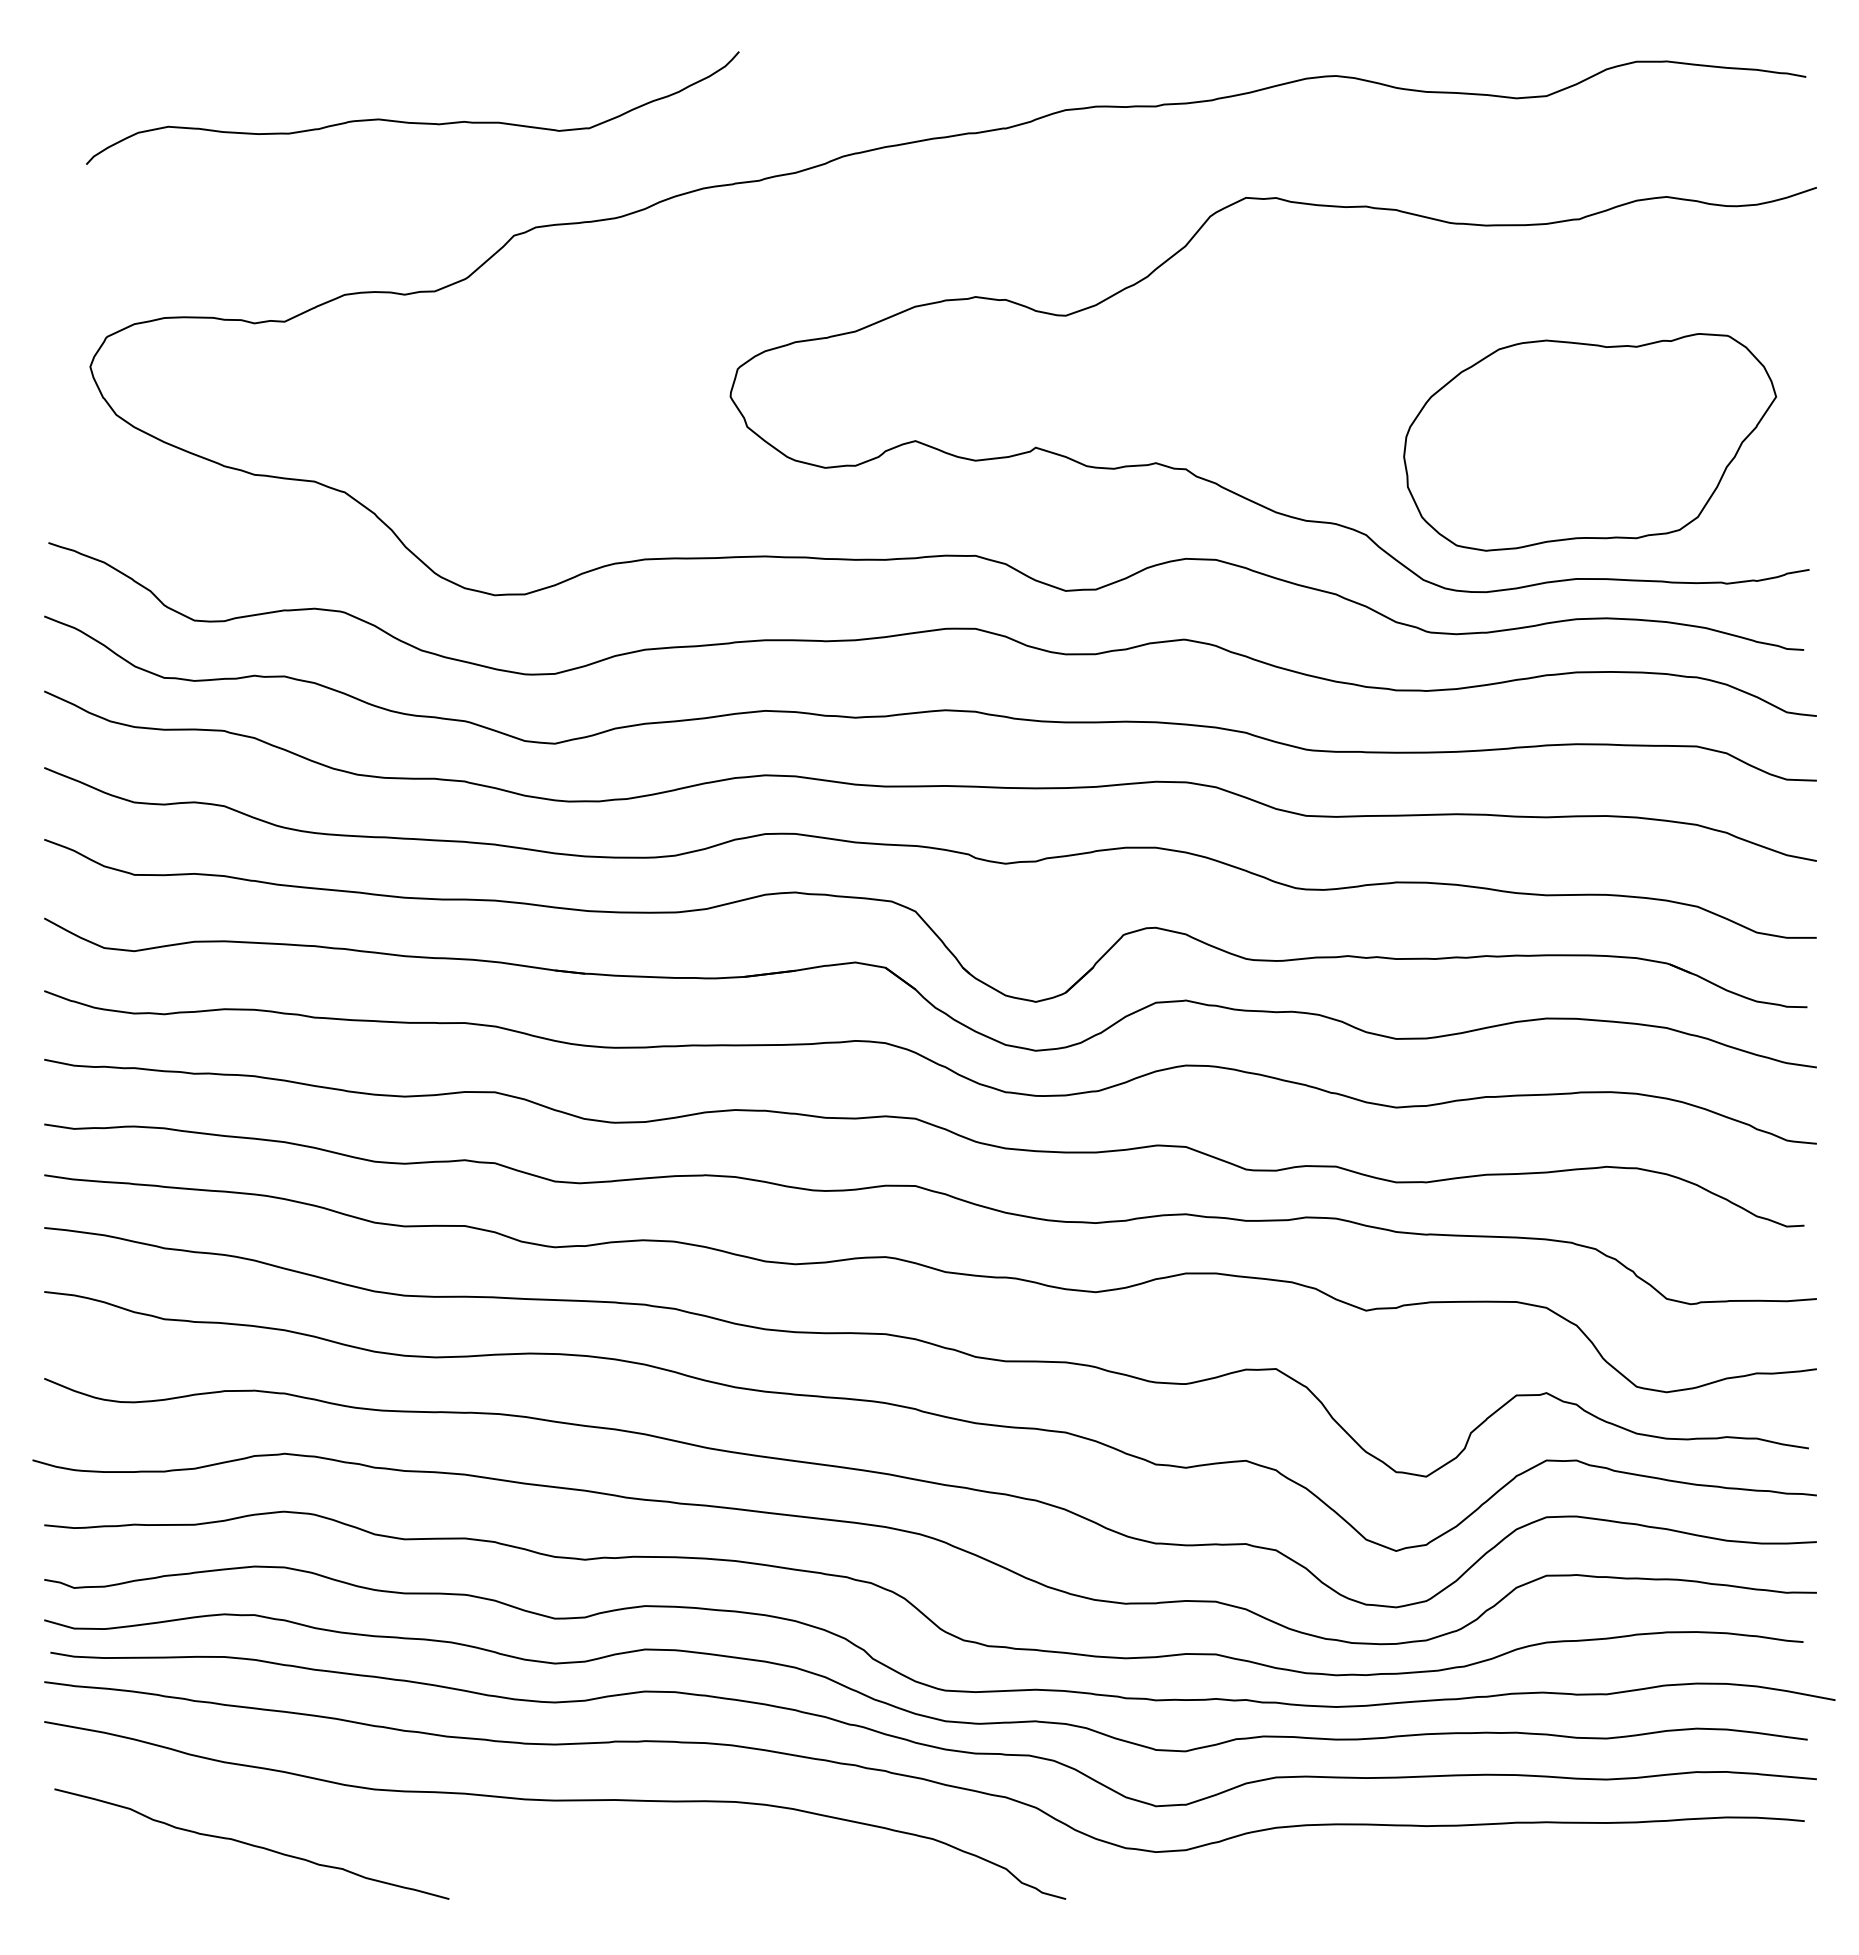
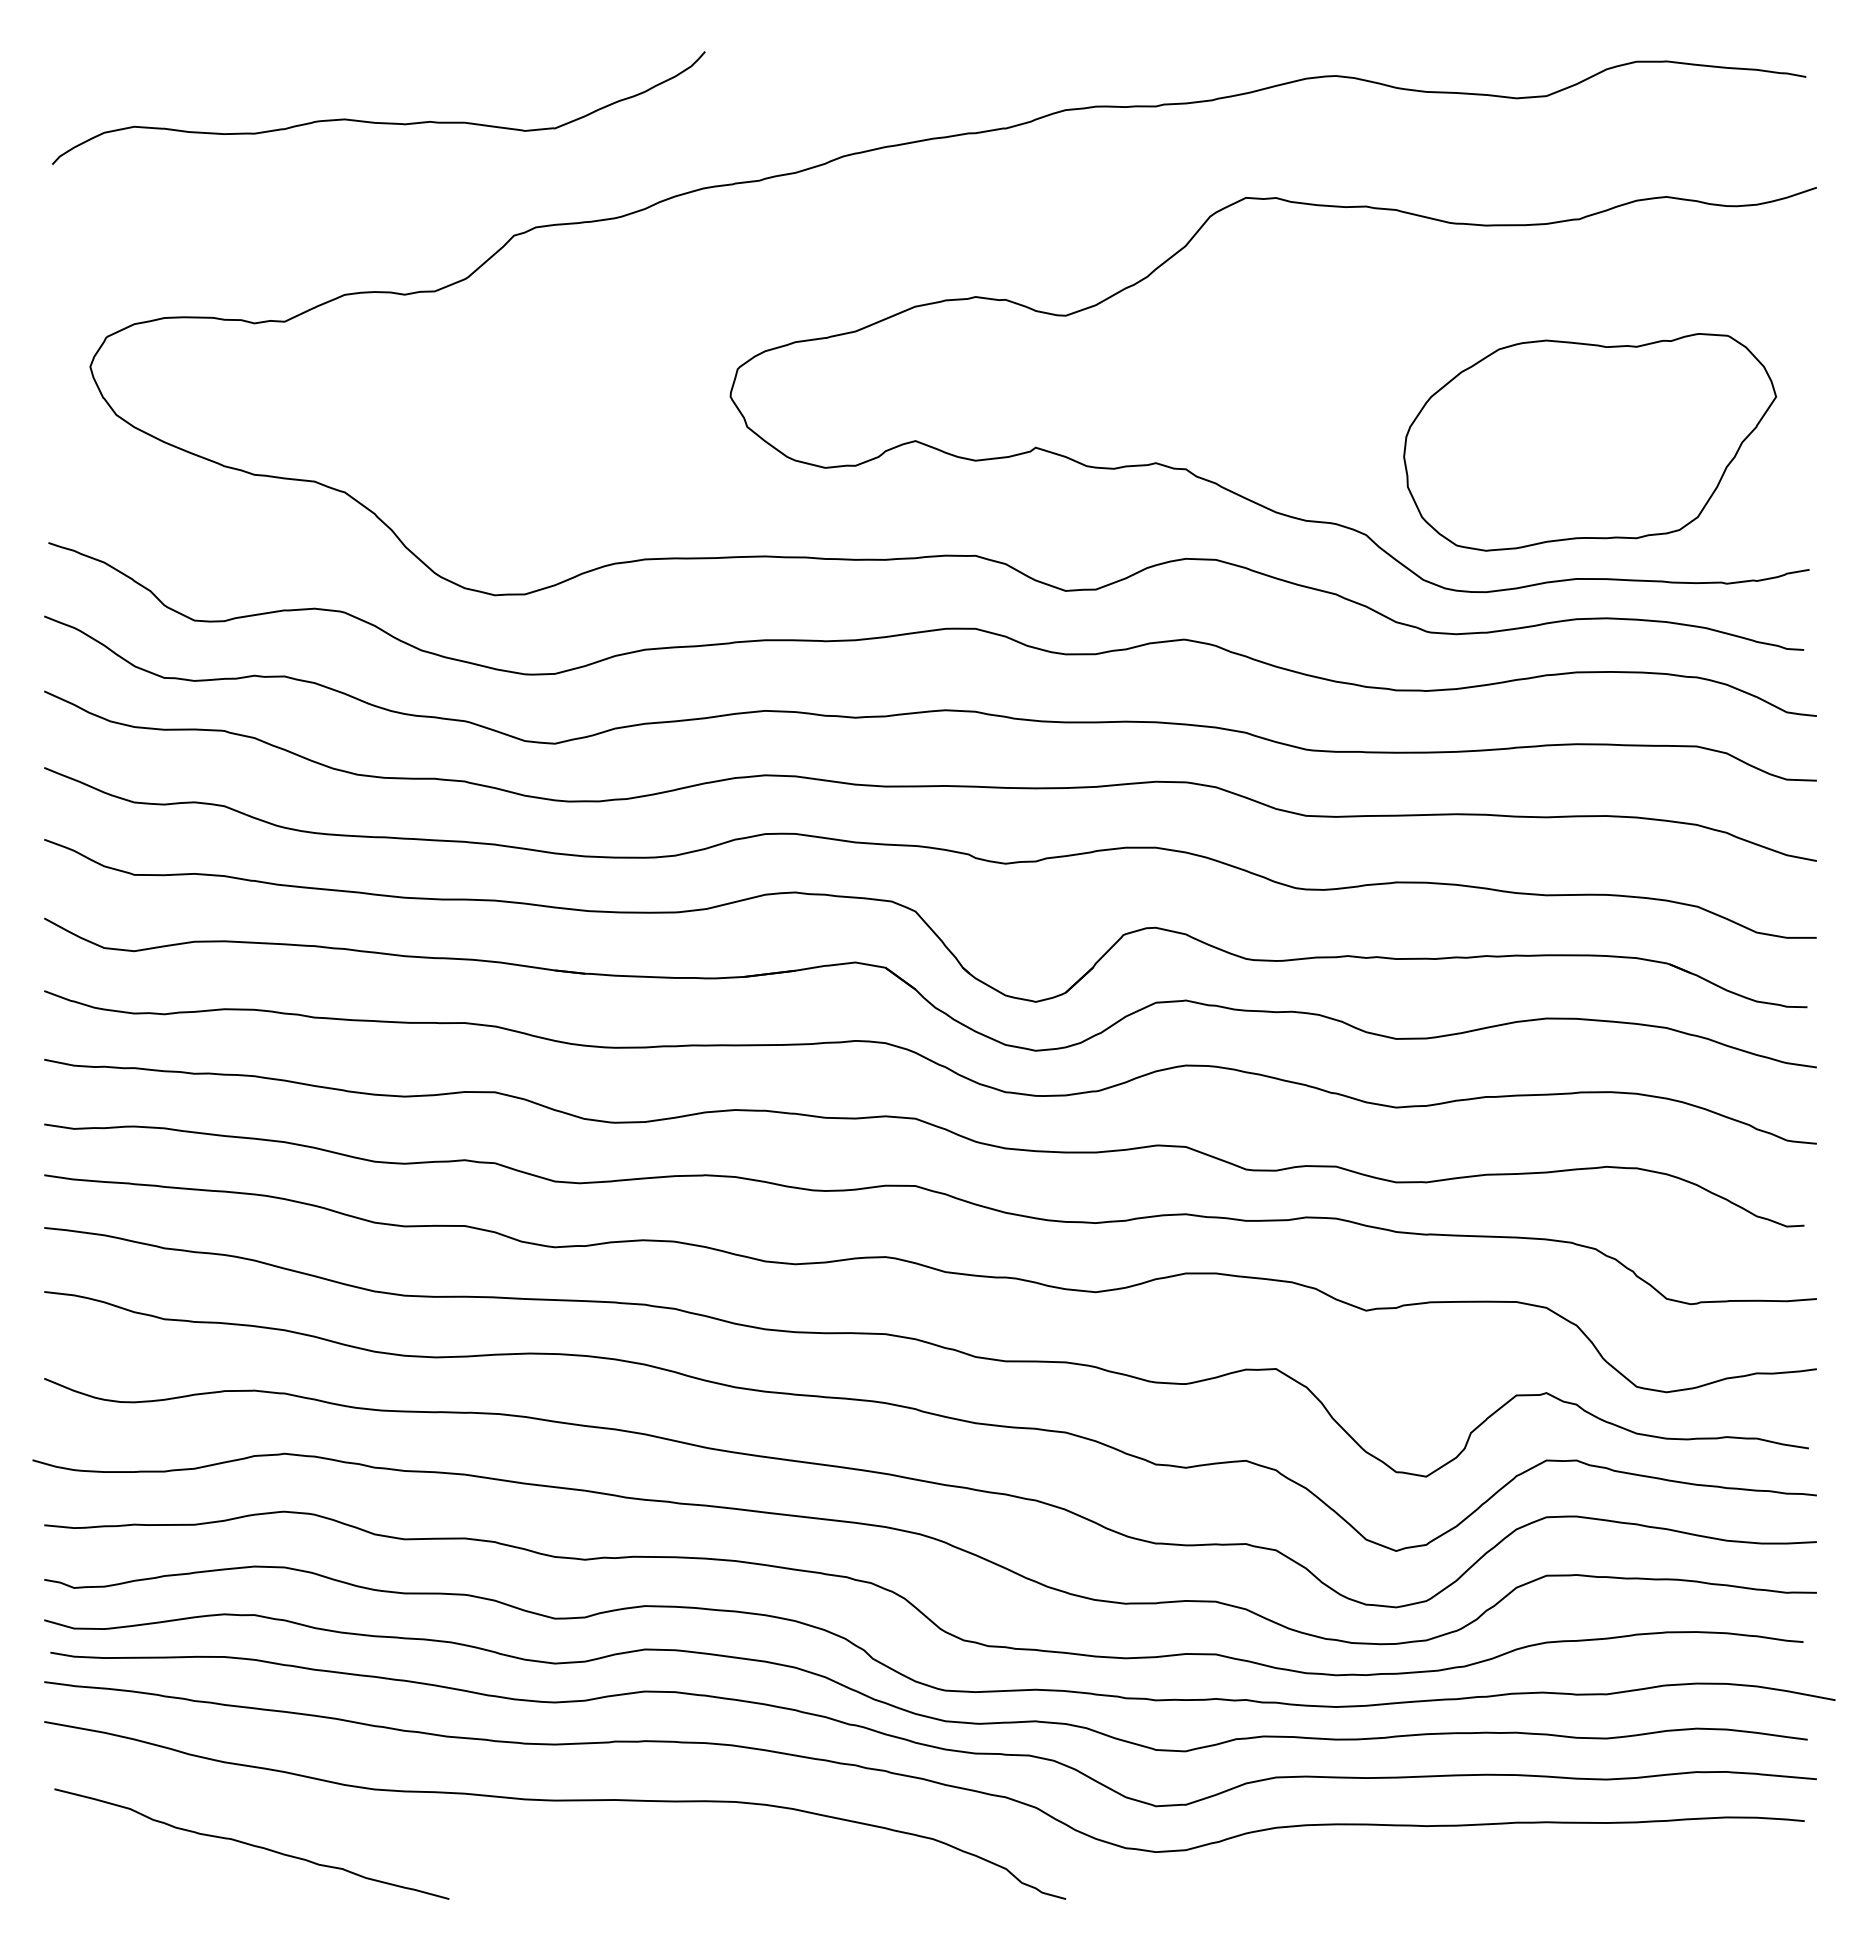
curve at (408, 121) position: (408, 121) -> (374, 121)
